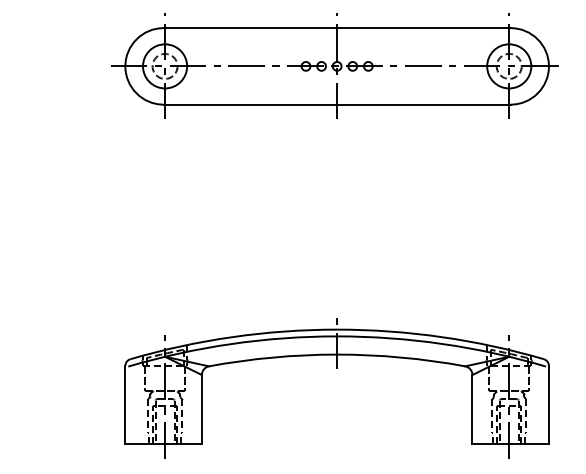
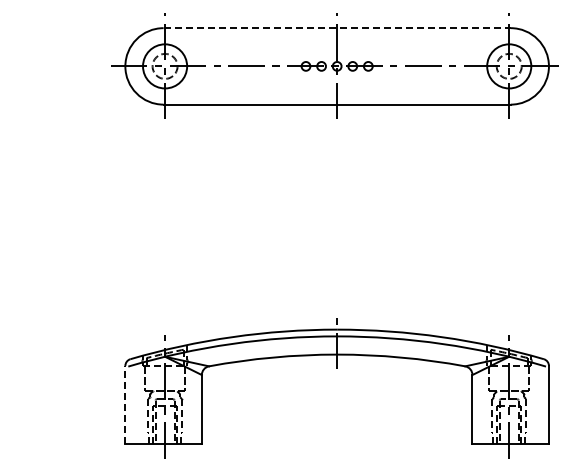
line at (337, 28): solid -> dashed
line at (125, 404): solid -> dashed
